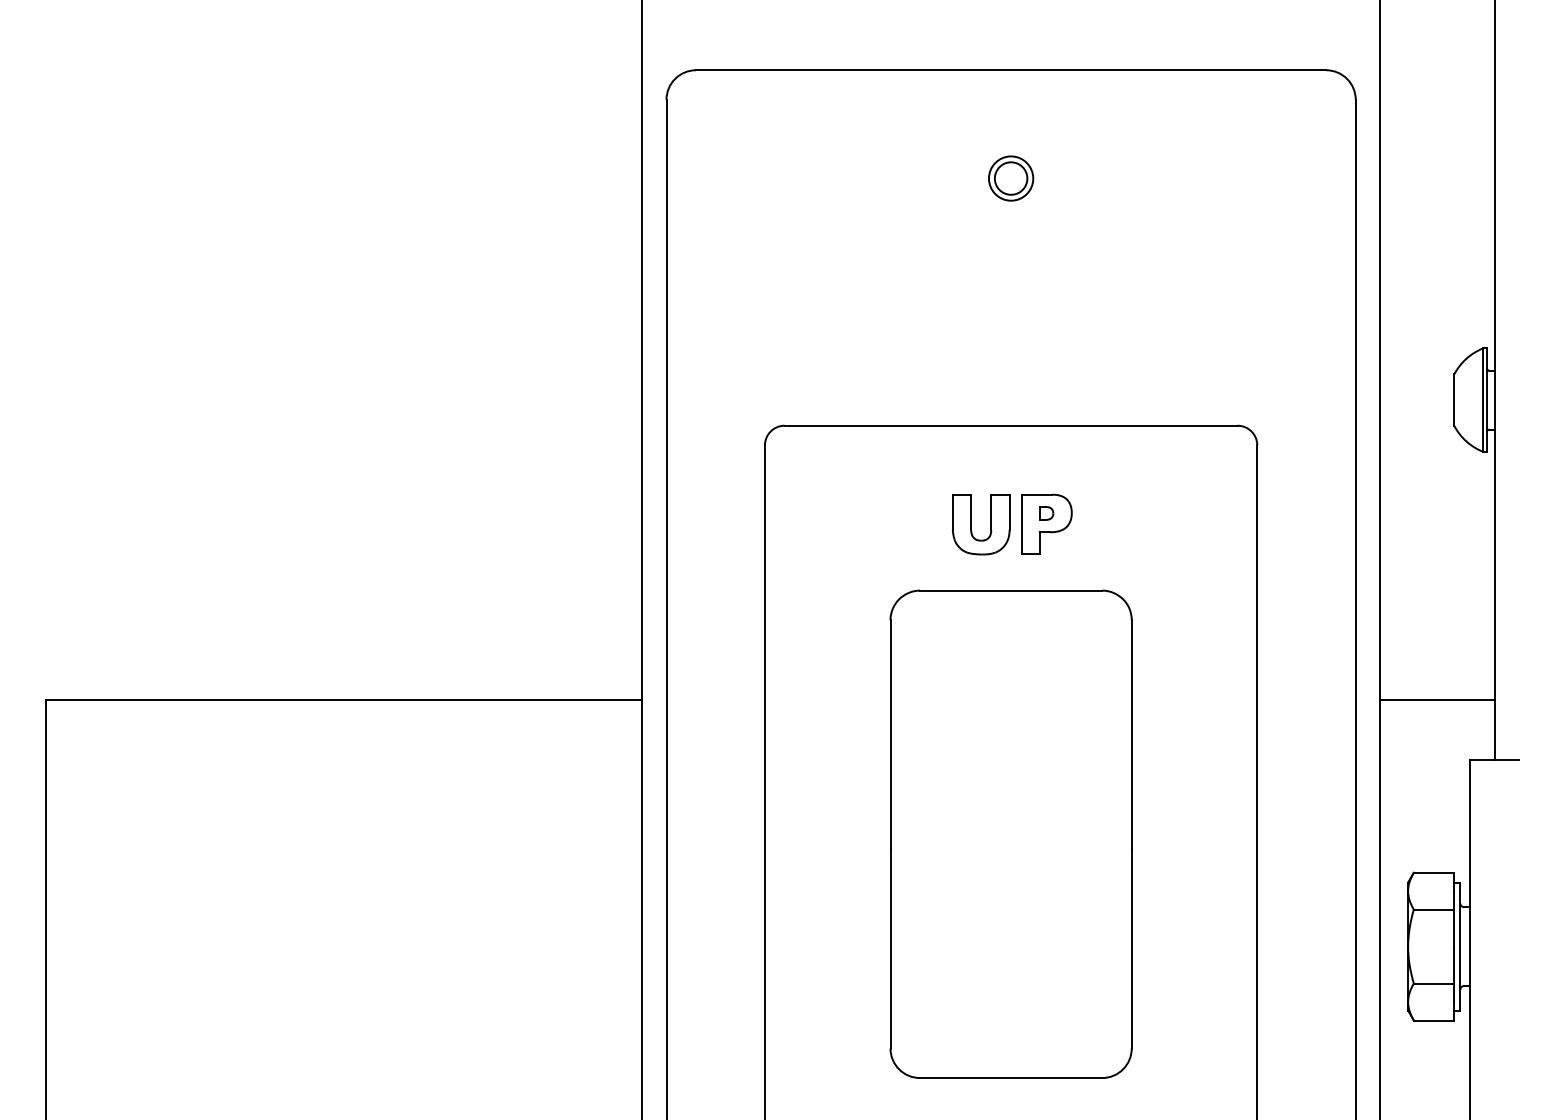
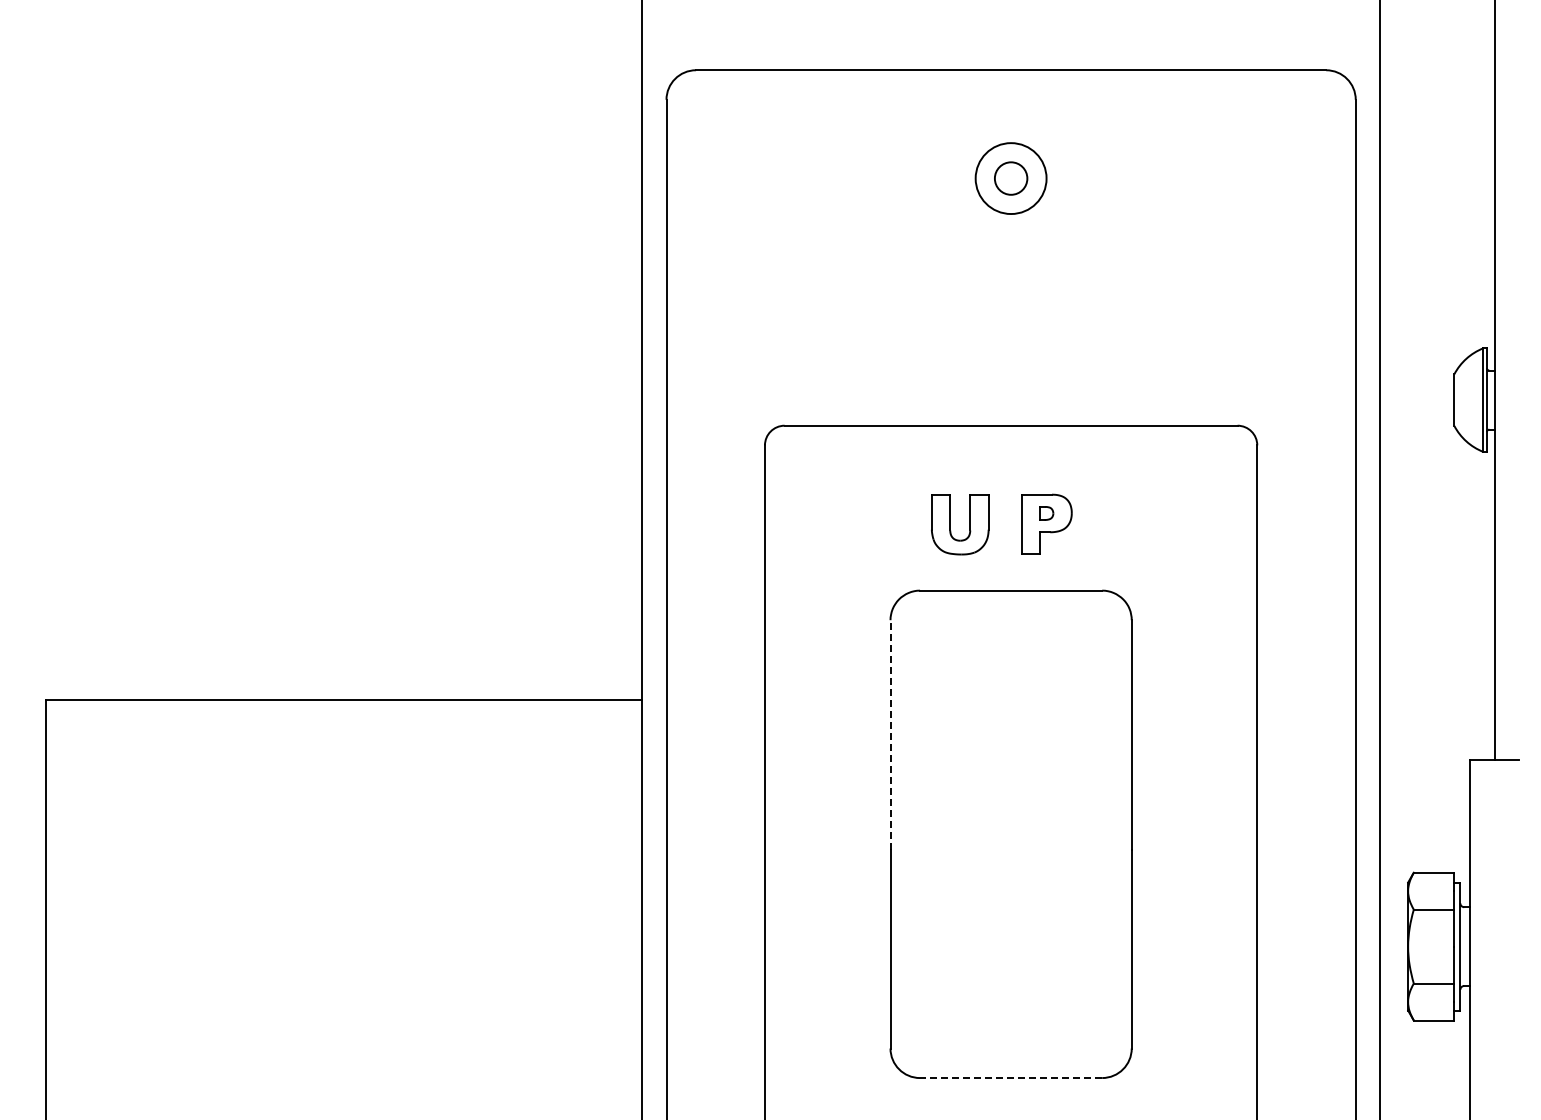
circle at (1010, 178) diameter: 44 px -> 71 px
part at (990, 524) position: (990, 524) -> (969, 524)
line at (1437, 700): present -> none
line at (890, 734): solid -> dashed
line at (1010, 1078): solid -> dashed
